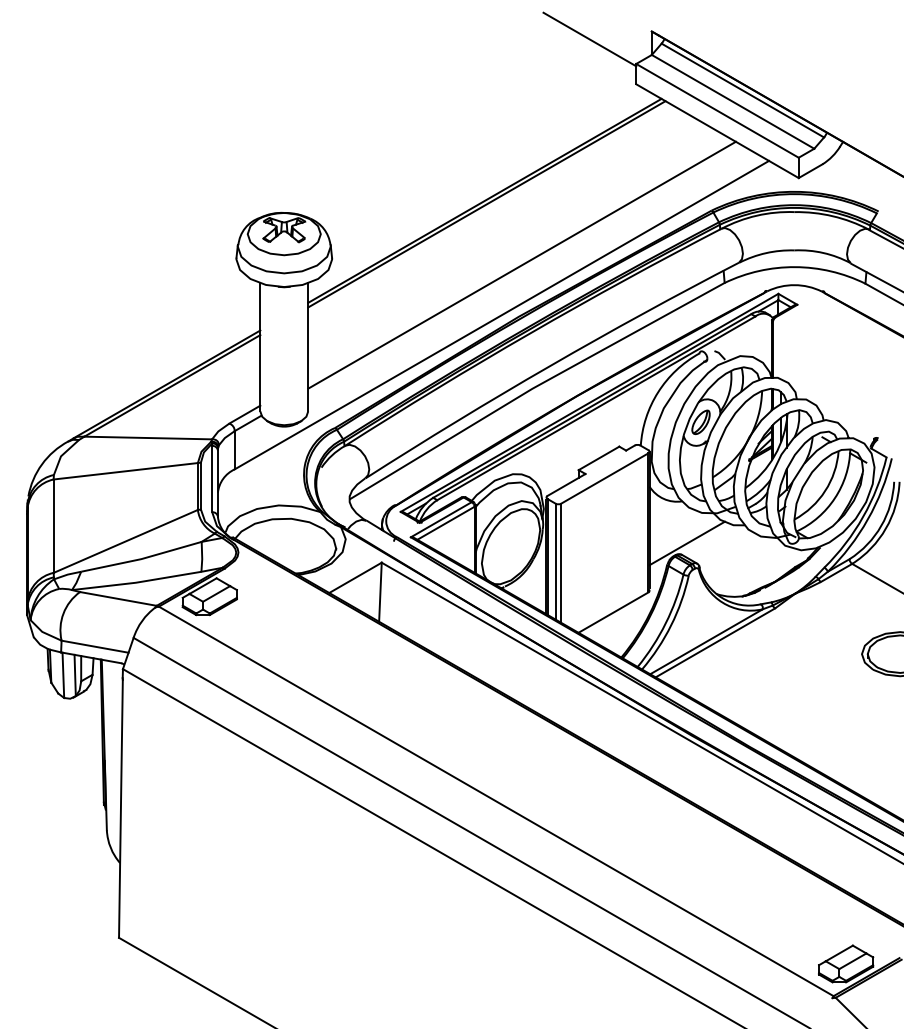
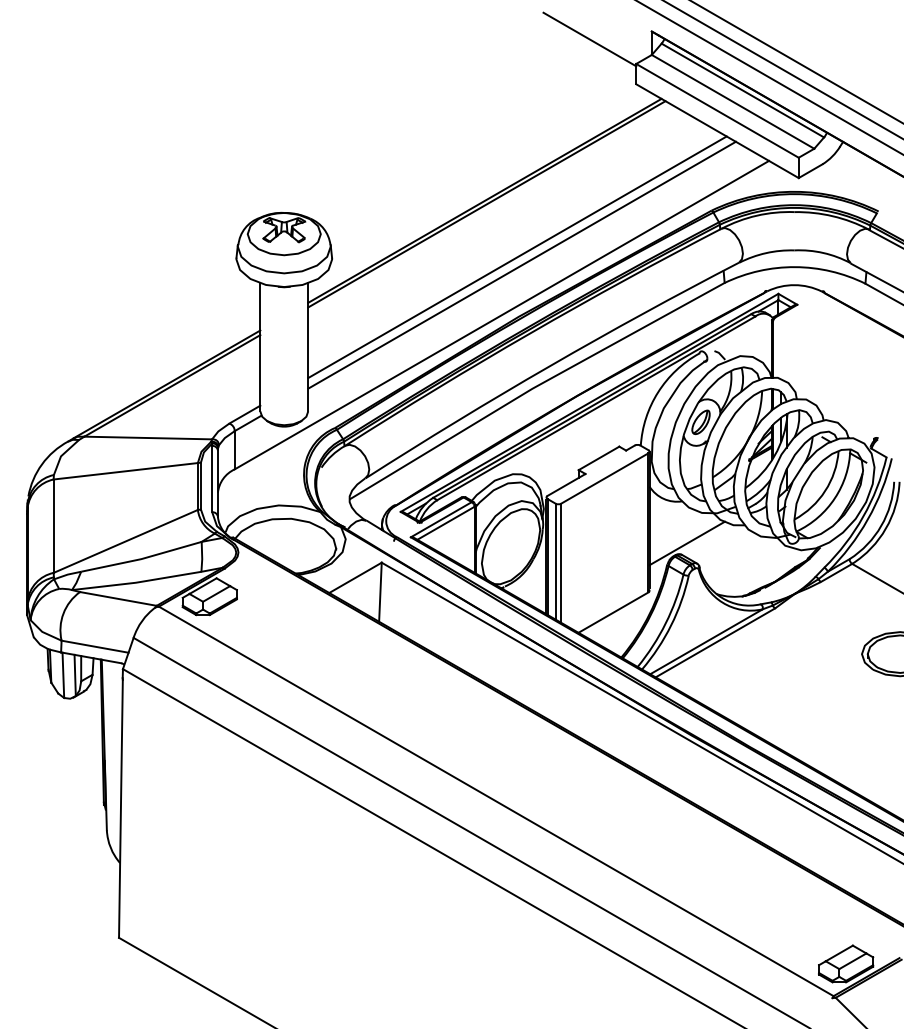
line at (796, 61): none -> present
line at (783, 69): none -> present
line at (769, 77): none -> present
line at (517, 257): none -> present
